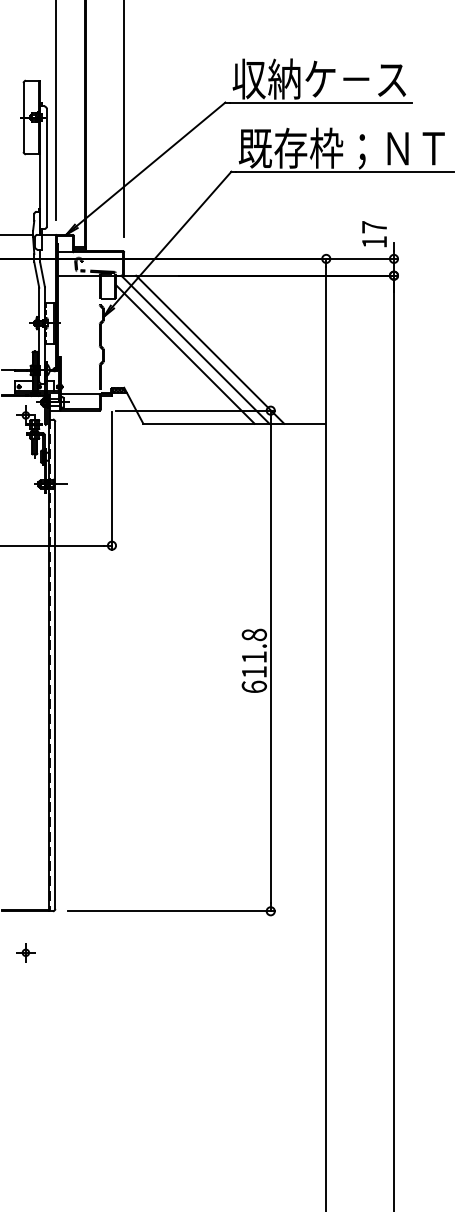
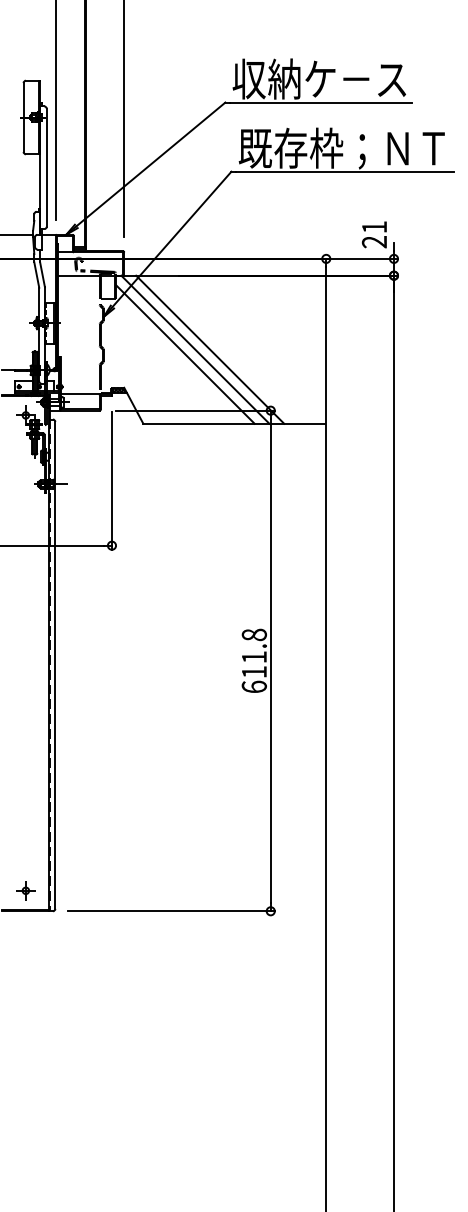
text at (373, 234): 17 -> 21
part at (25, 952) position: (25, 952) -> (25, 890)
